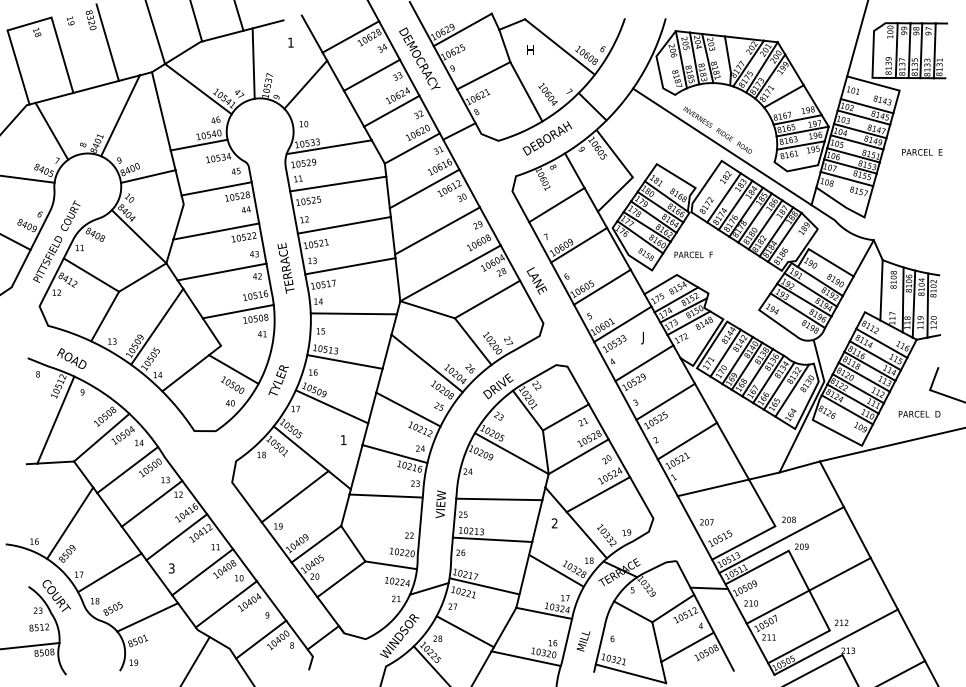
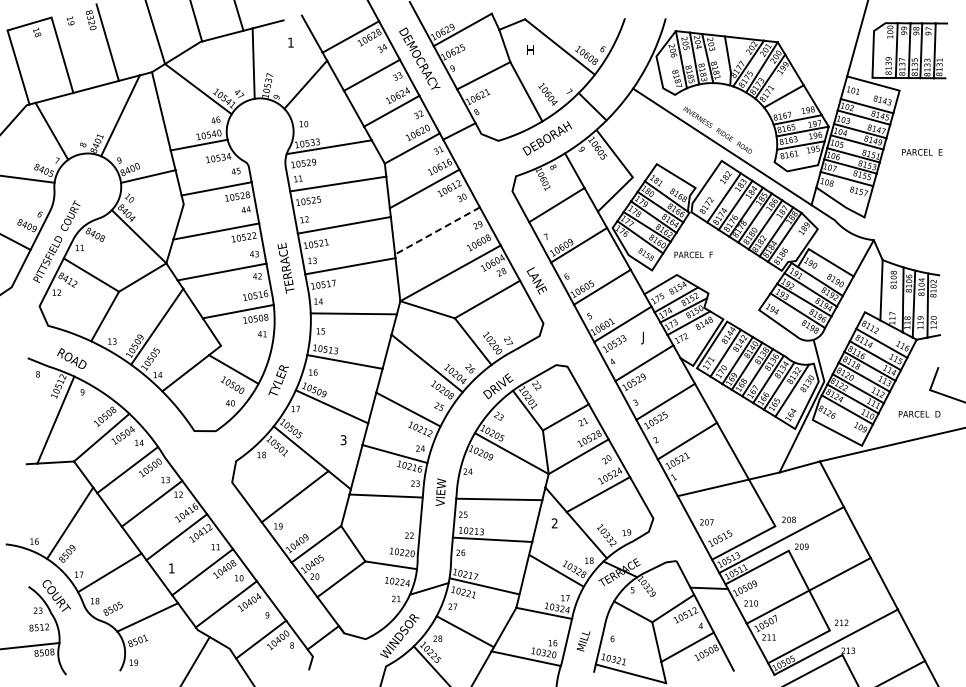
line at (437, 230): solid -> dashed
text at (343, 440): 1 -> 3
text at (440, 504) position: (440, 504) -> (440, 492)
text at (171, 568): 3 -> 1
